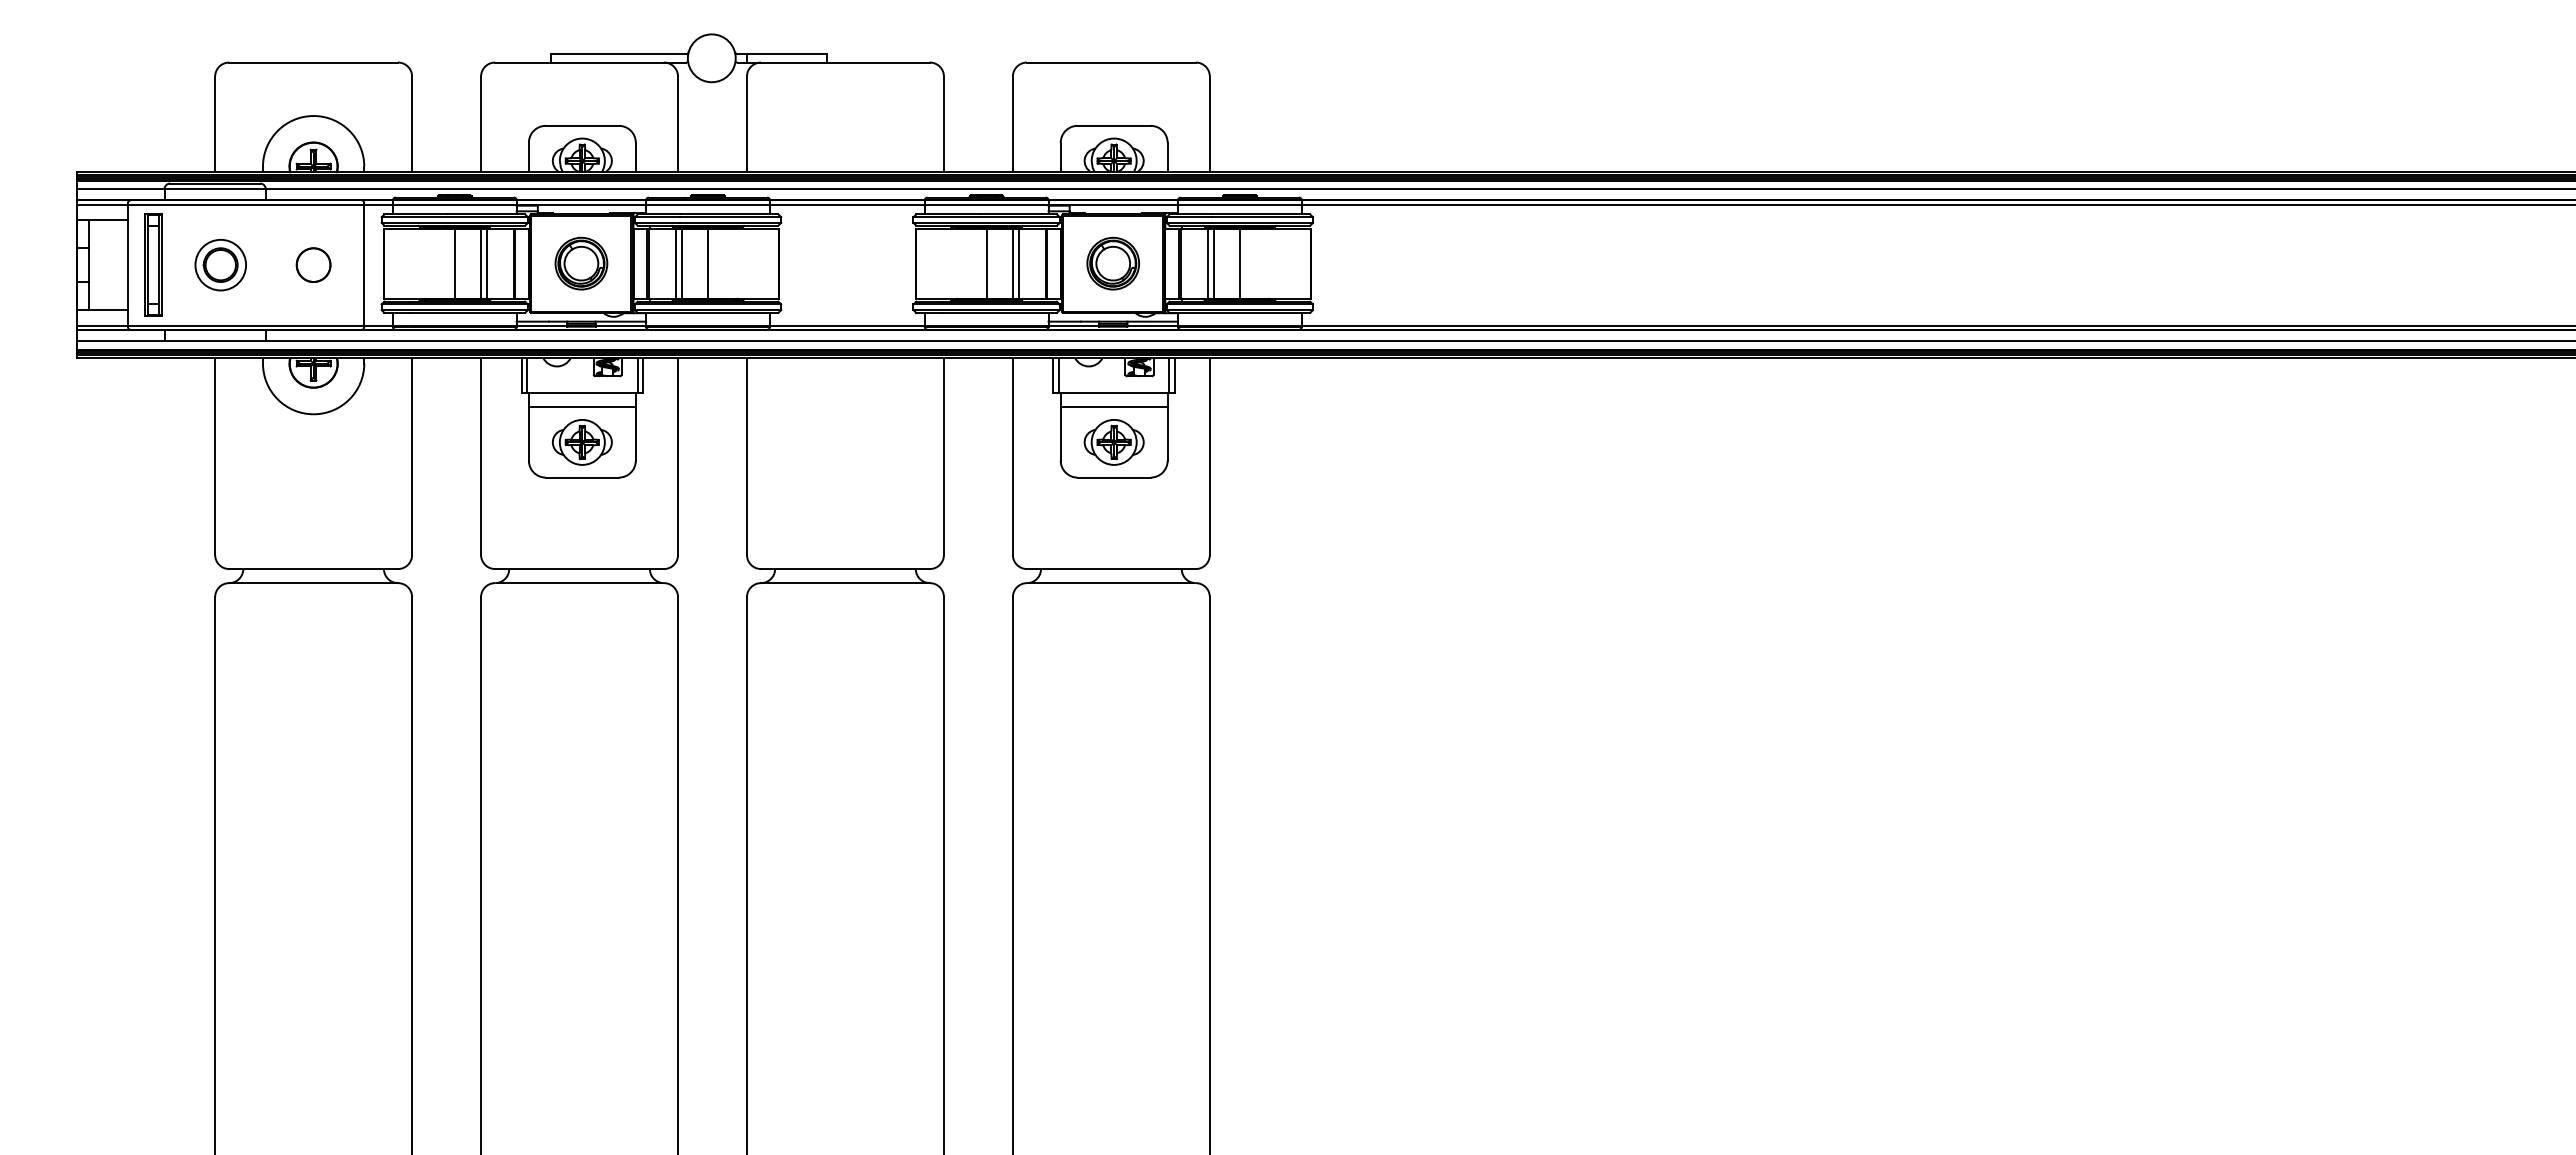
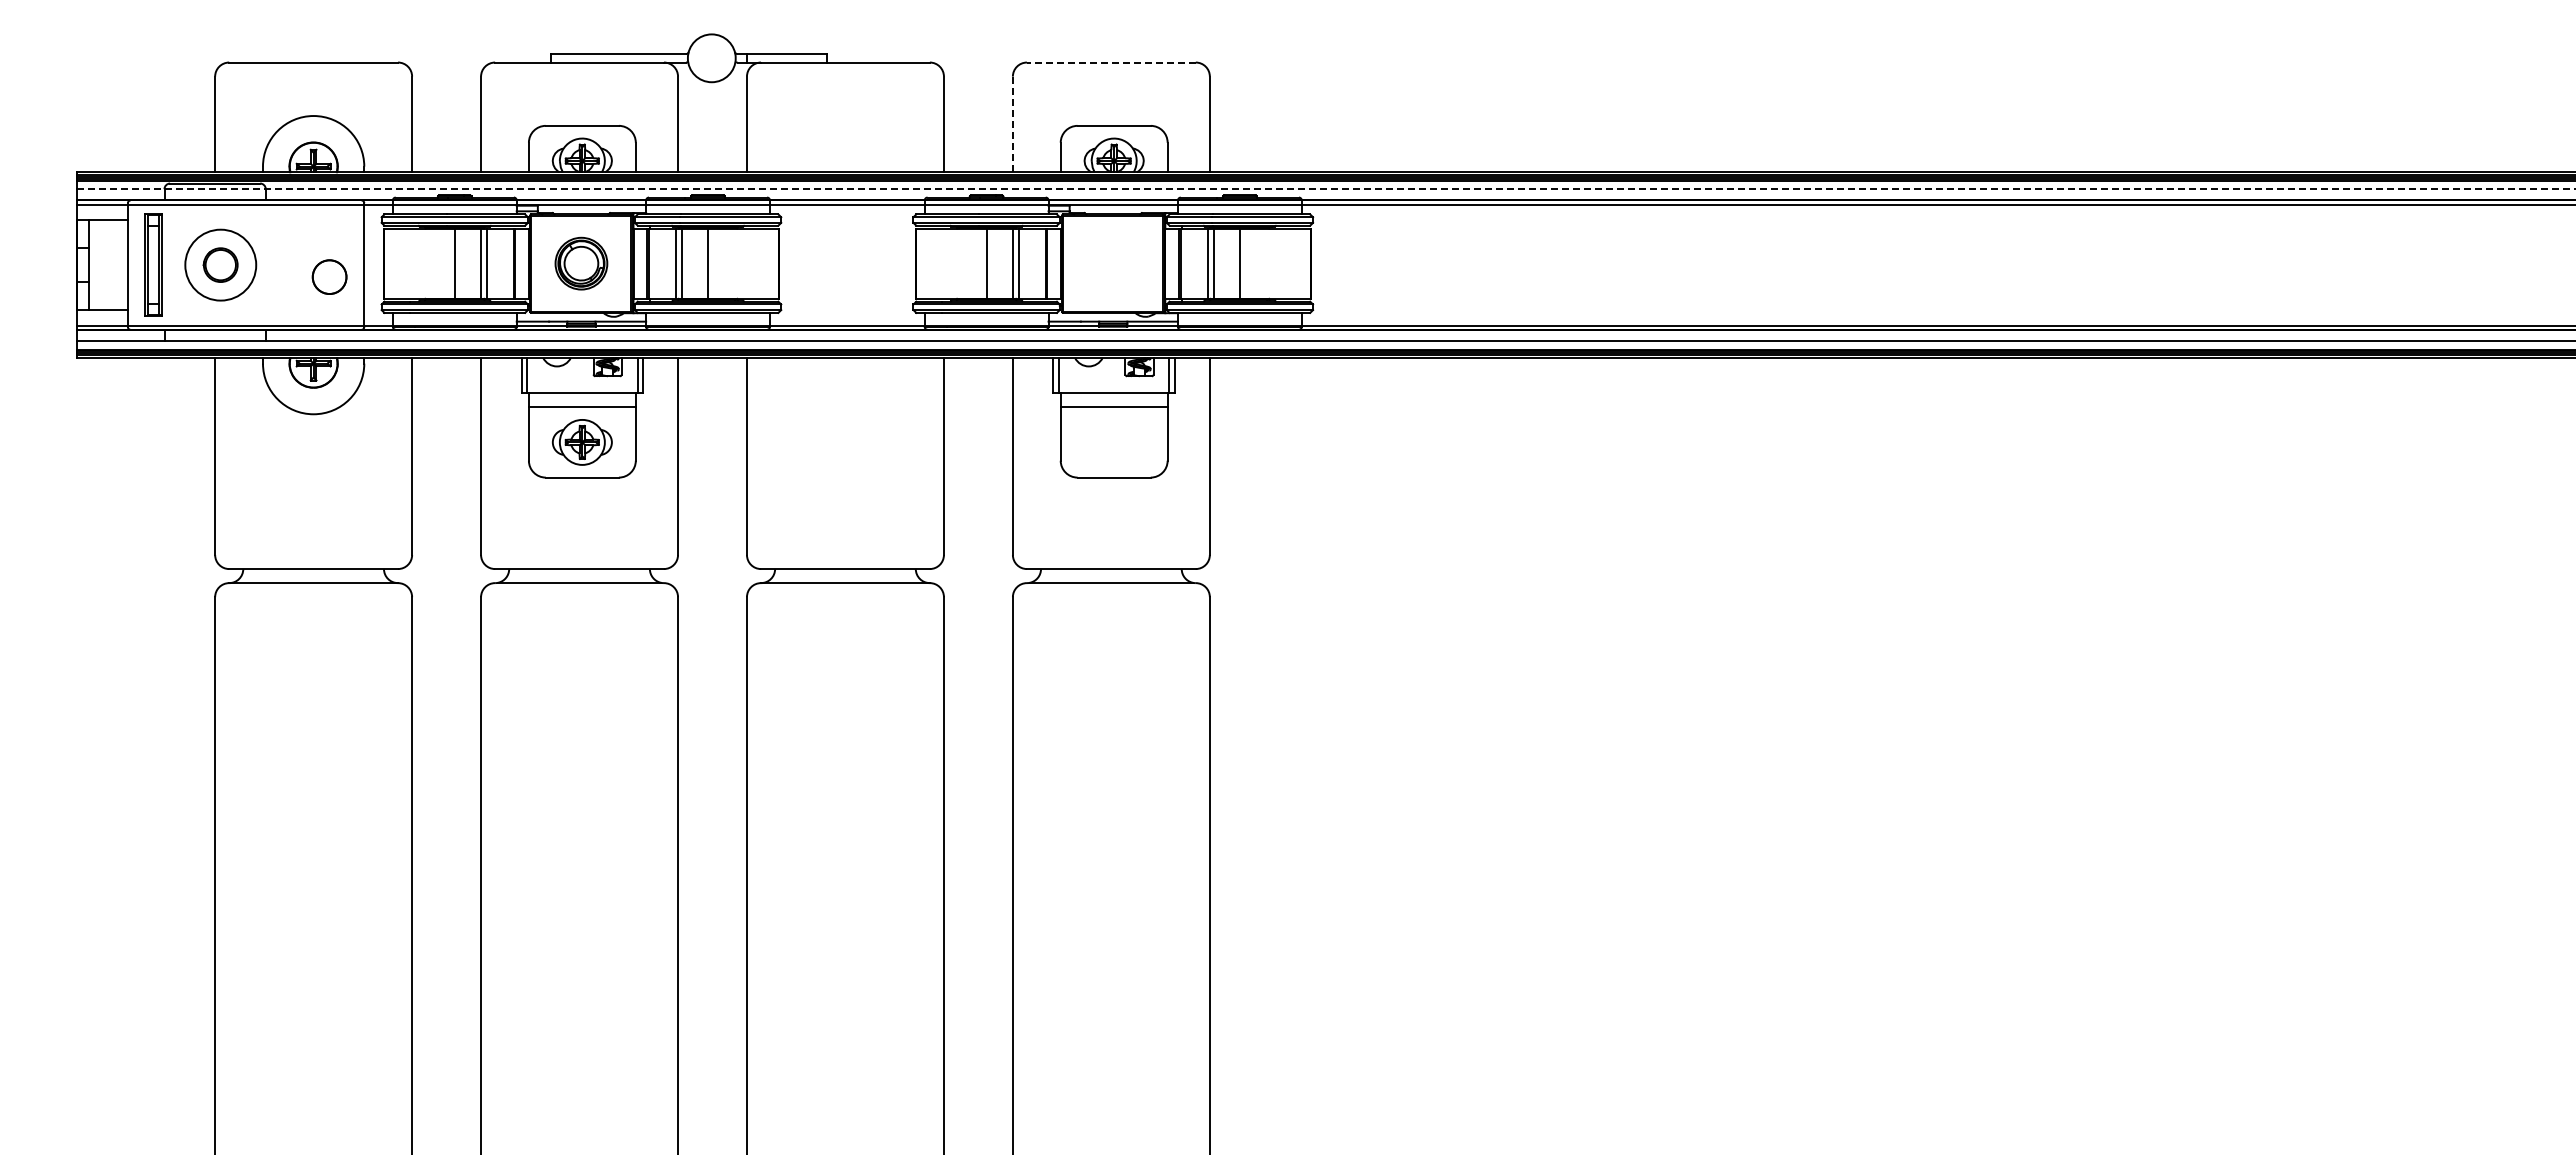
line at (1110, 62): solid -> dashed
line at (1012, 124): solid -> dashed
line at (1326, 189): solid -> dashed
part at (1112, 263): present -> none
circle at (220, 264) diameter: 51 px -> 71 px
part at (313, 264) position: (313, 264) -> (329, 276)
part at (1113, 442): present -> none
